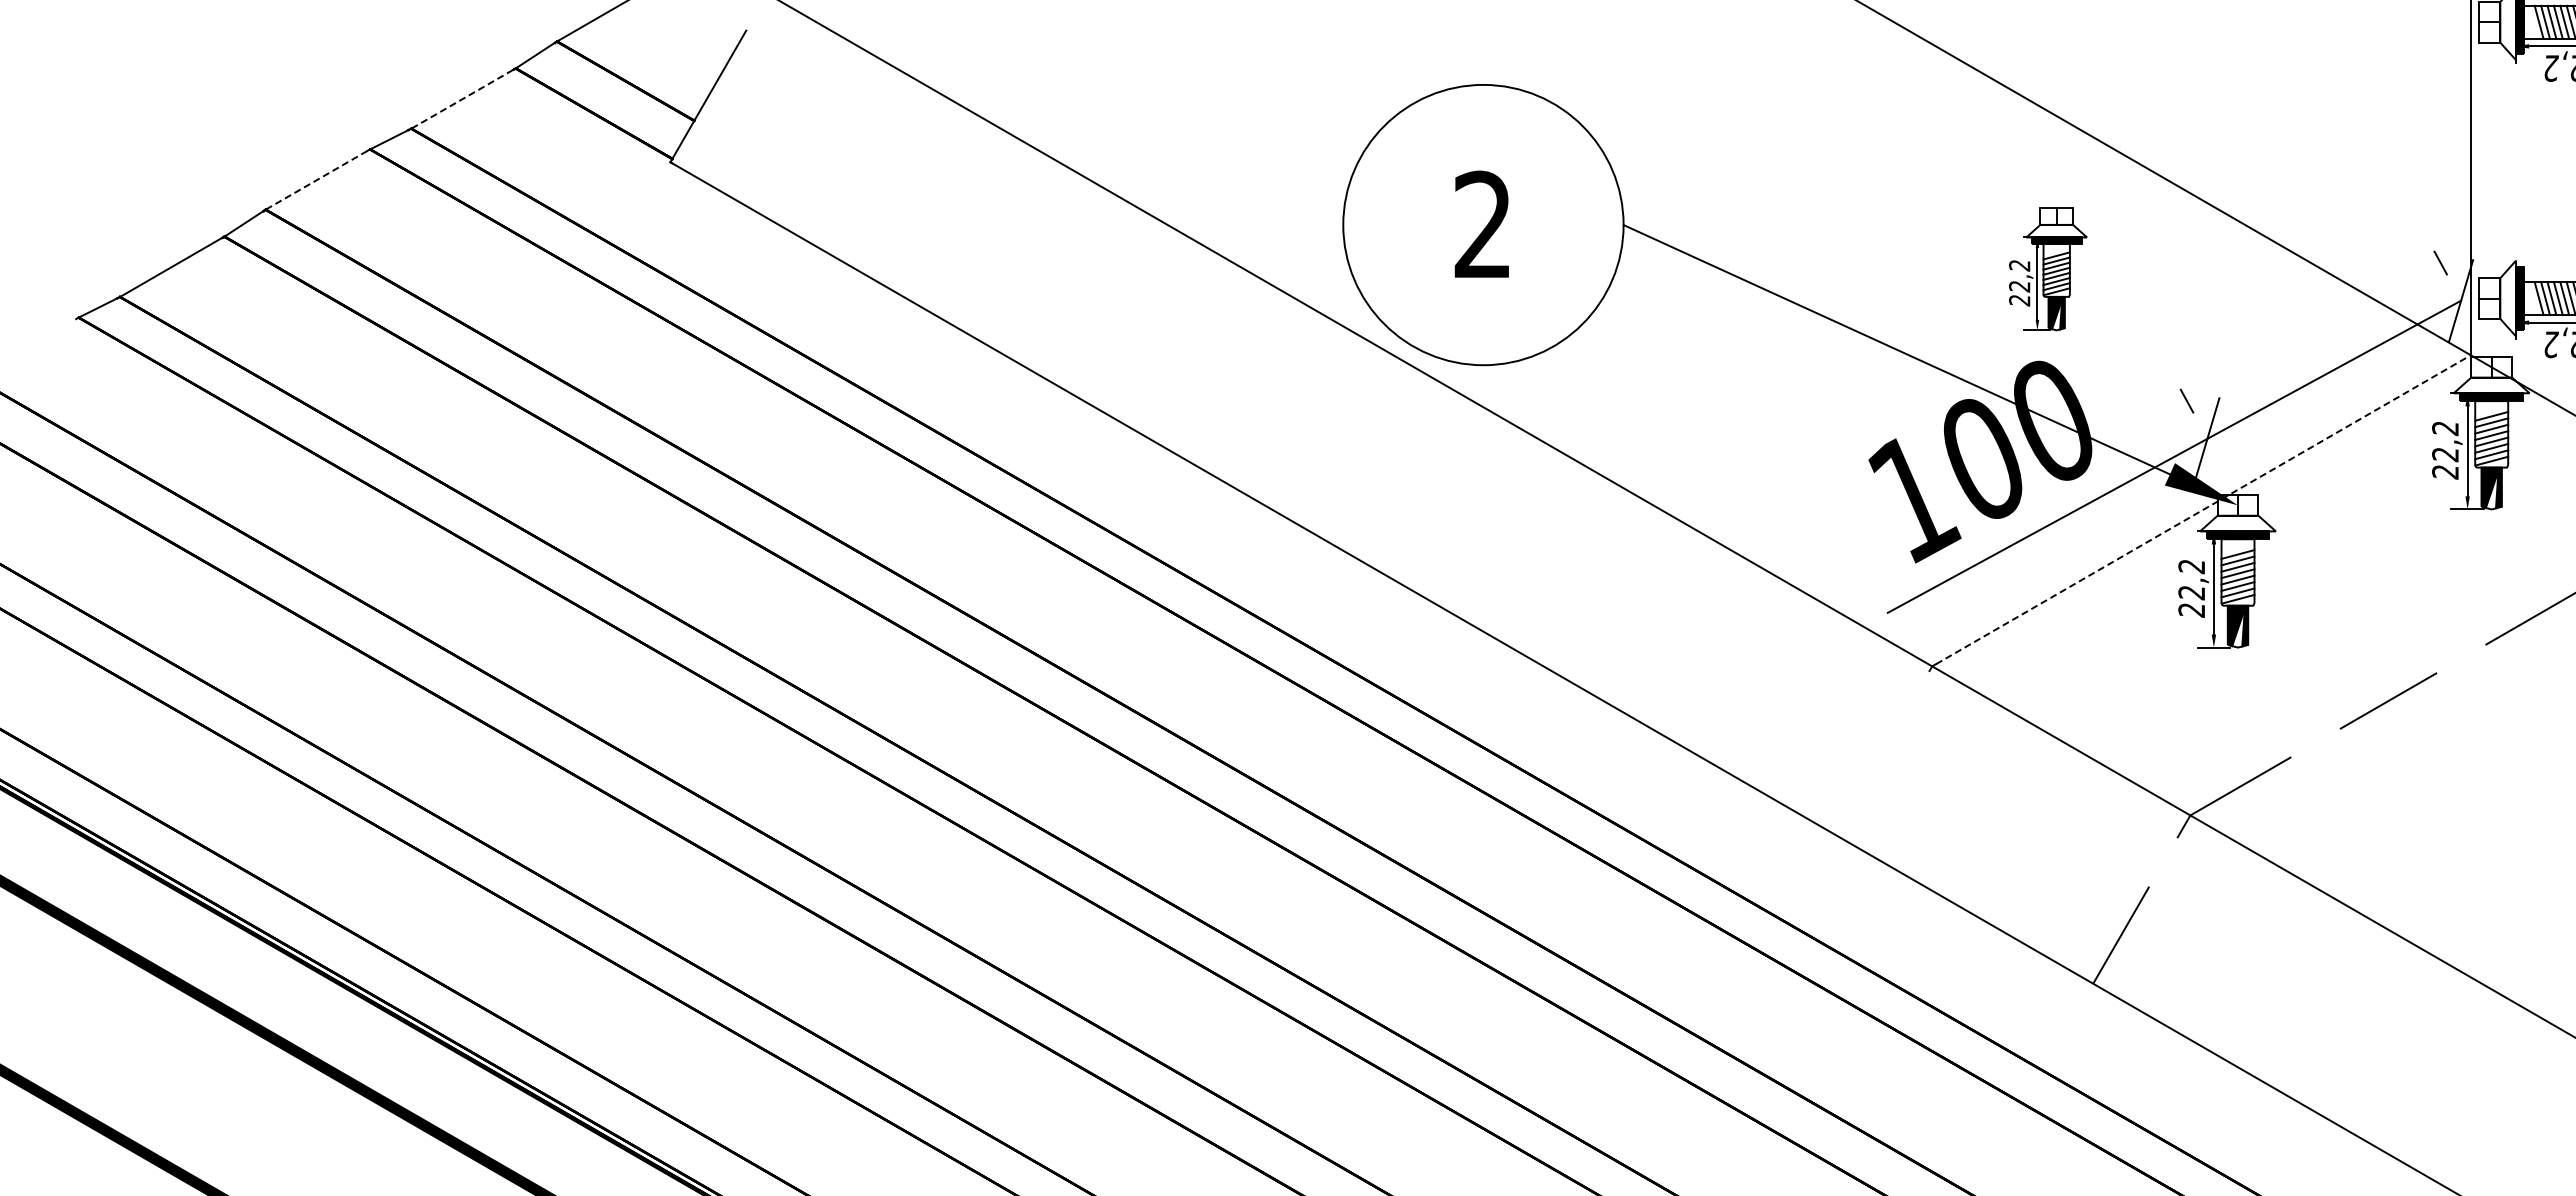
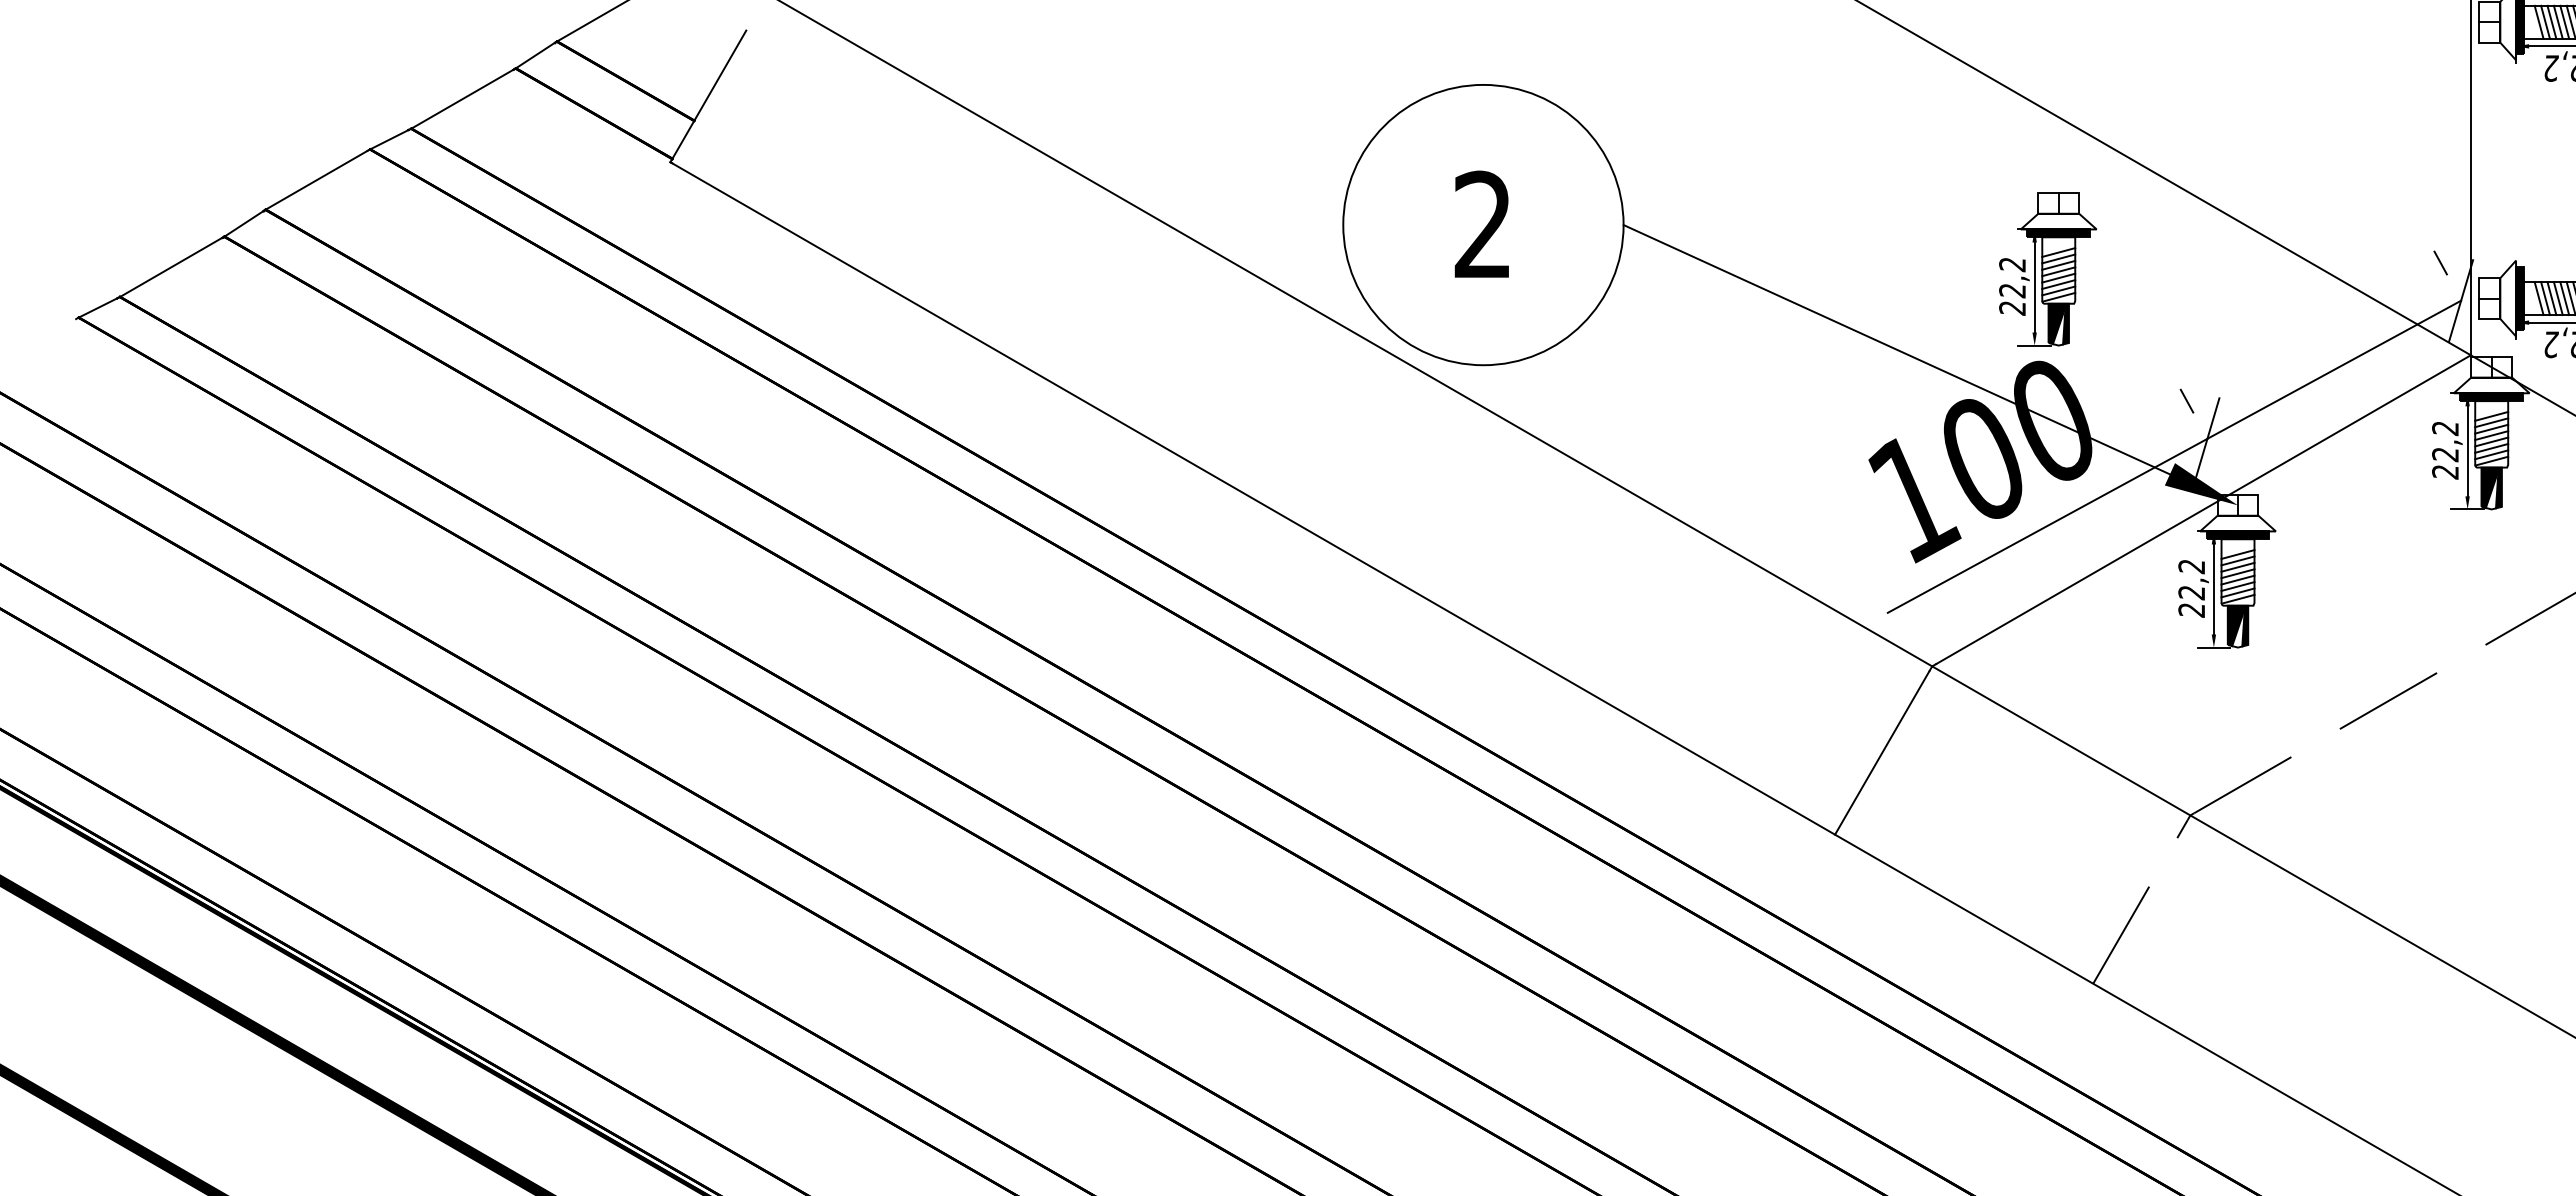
line at (462, 99): dashed -> solid
line at (316, 180): dashed -> solid
part at (2048, 269) size: 79x125 px -> 99x155 px
line at (2203, 509): dashed -> solid
line at (1882, 752): none -> present
